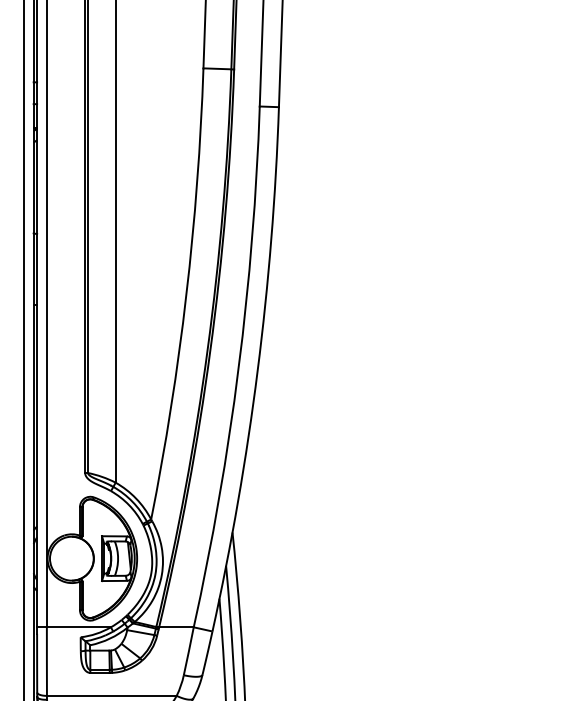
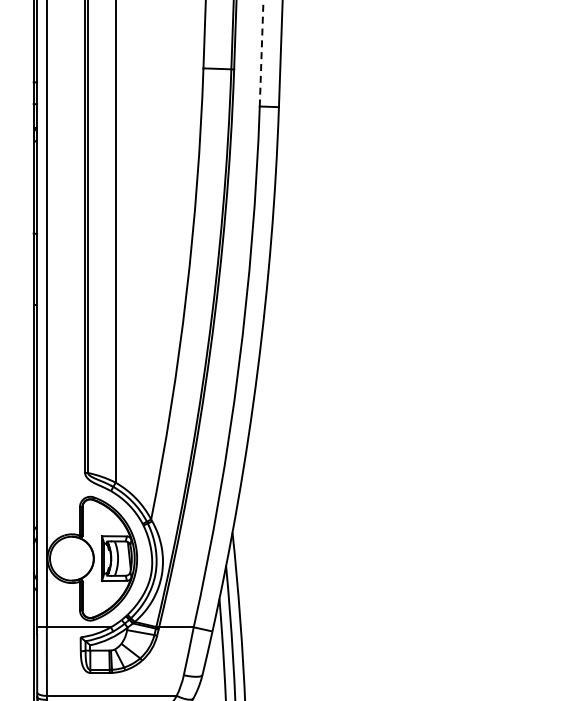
line at (261, 53): solid -> dashed
line at (24, 349): present -> none
